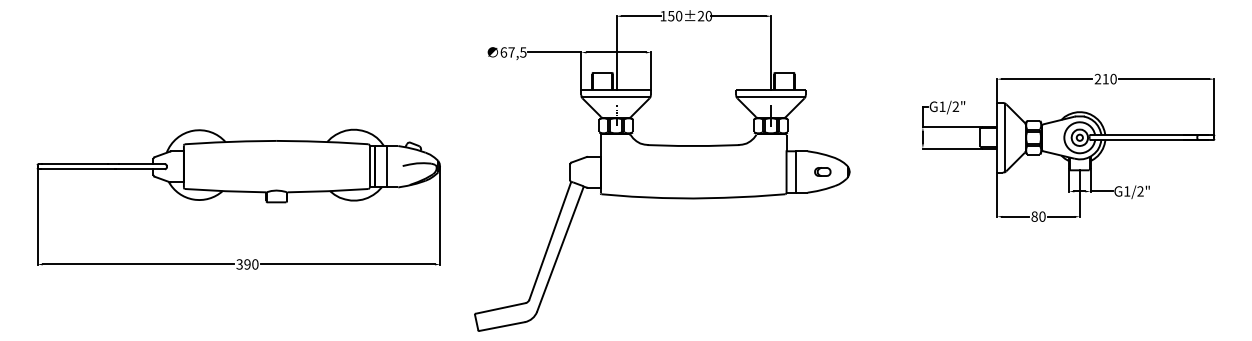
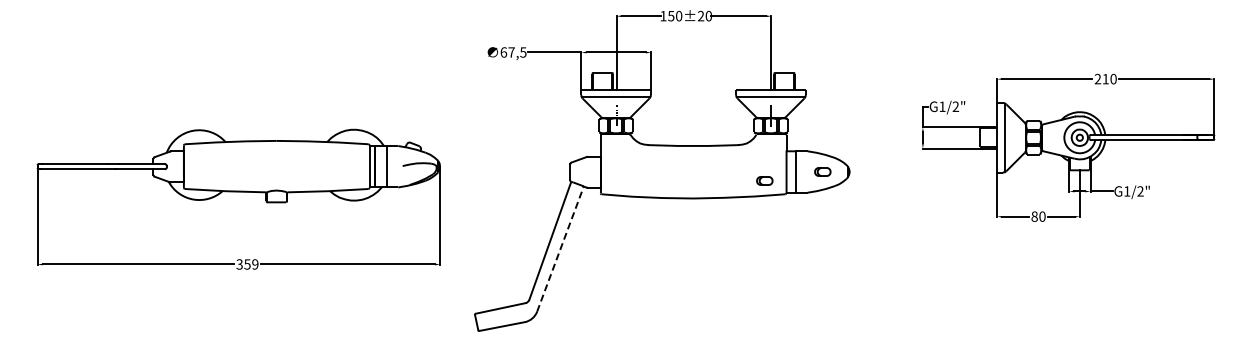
part at (764, 180): none -> present
line at (560, 249): solid -> dashed
text at (251, 264): 390 -> 359
